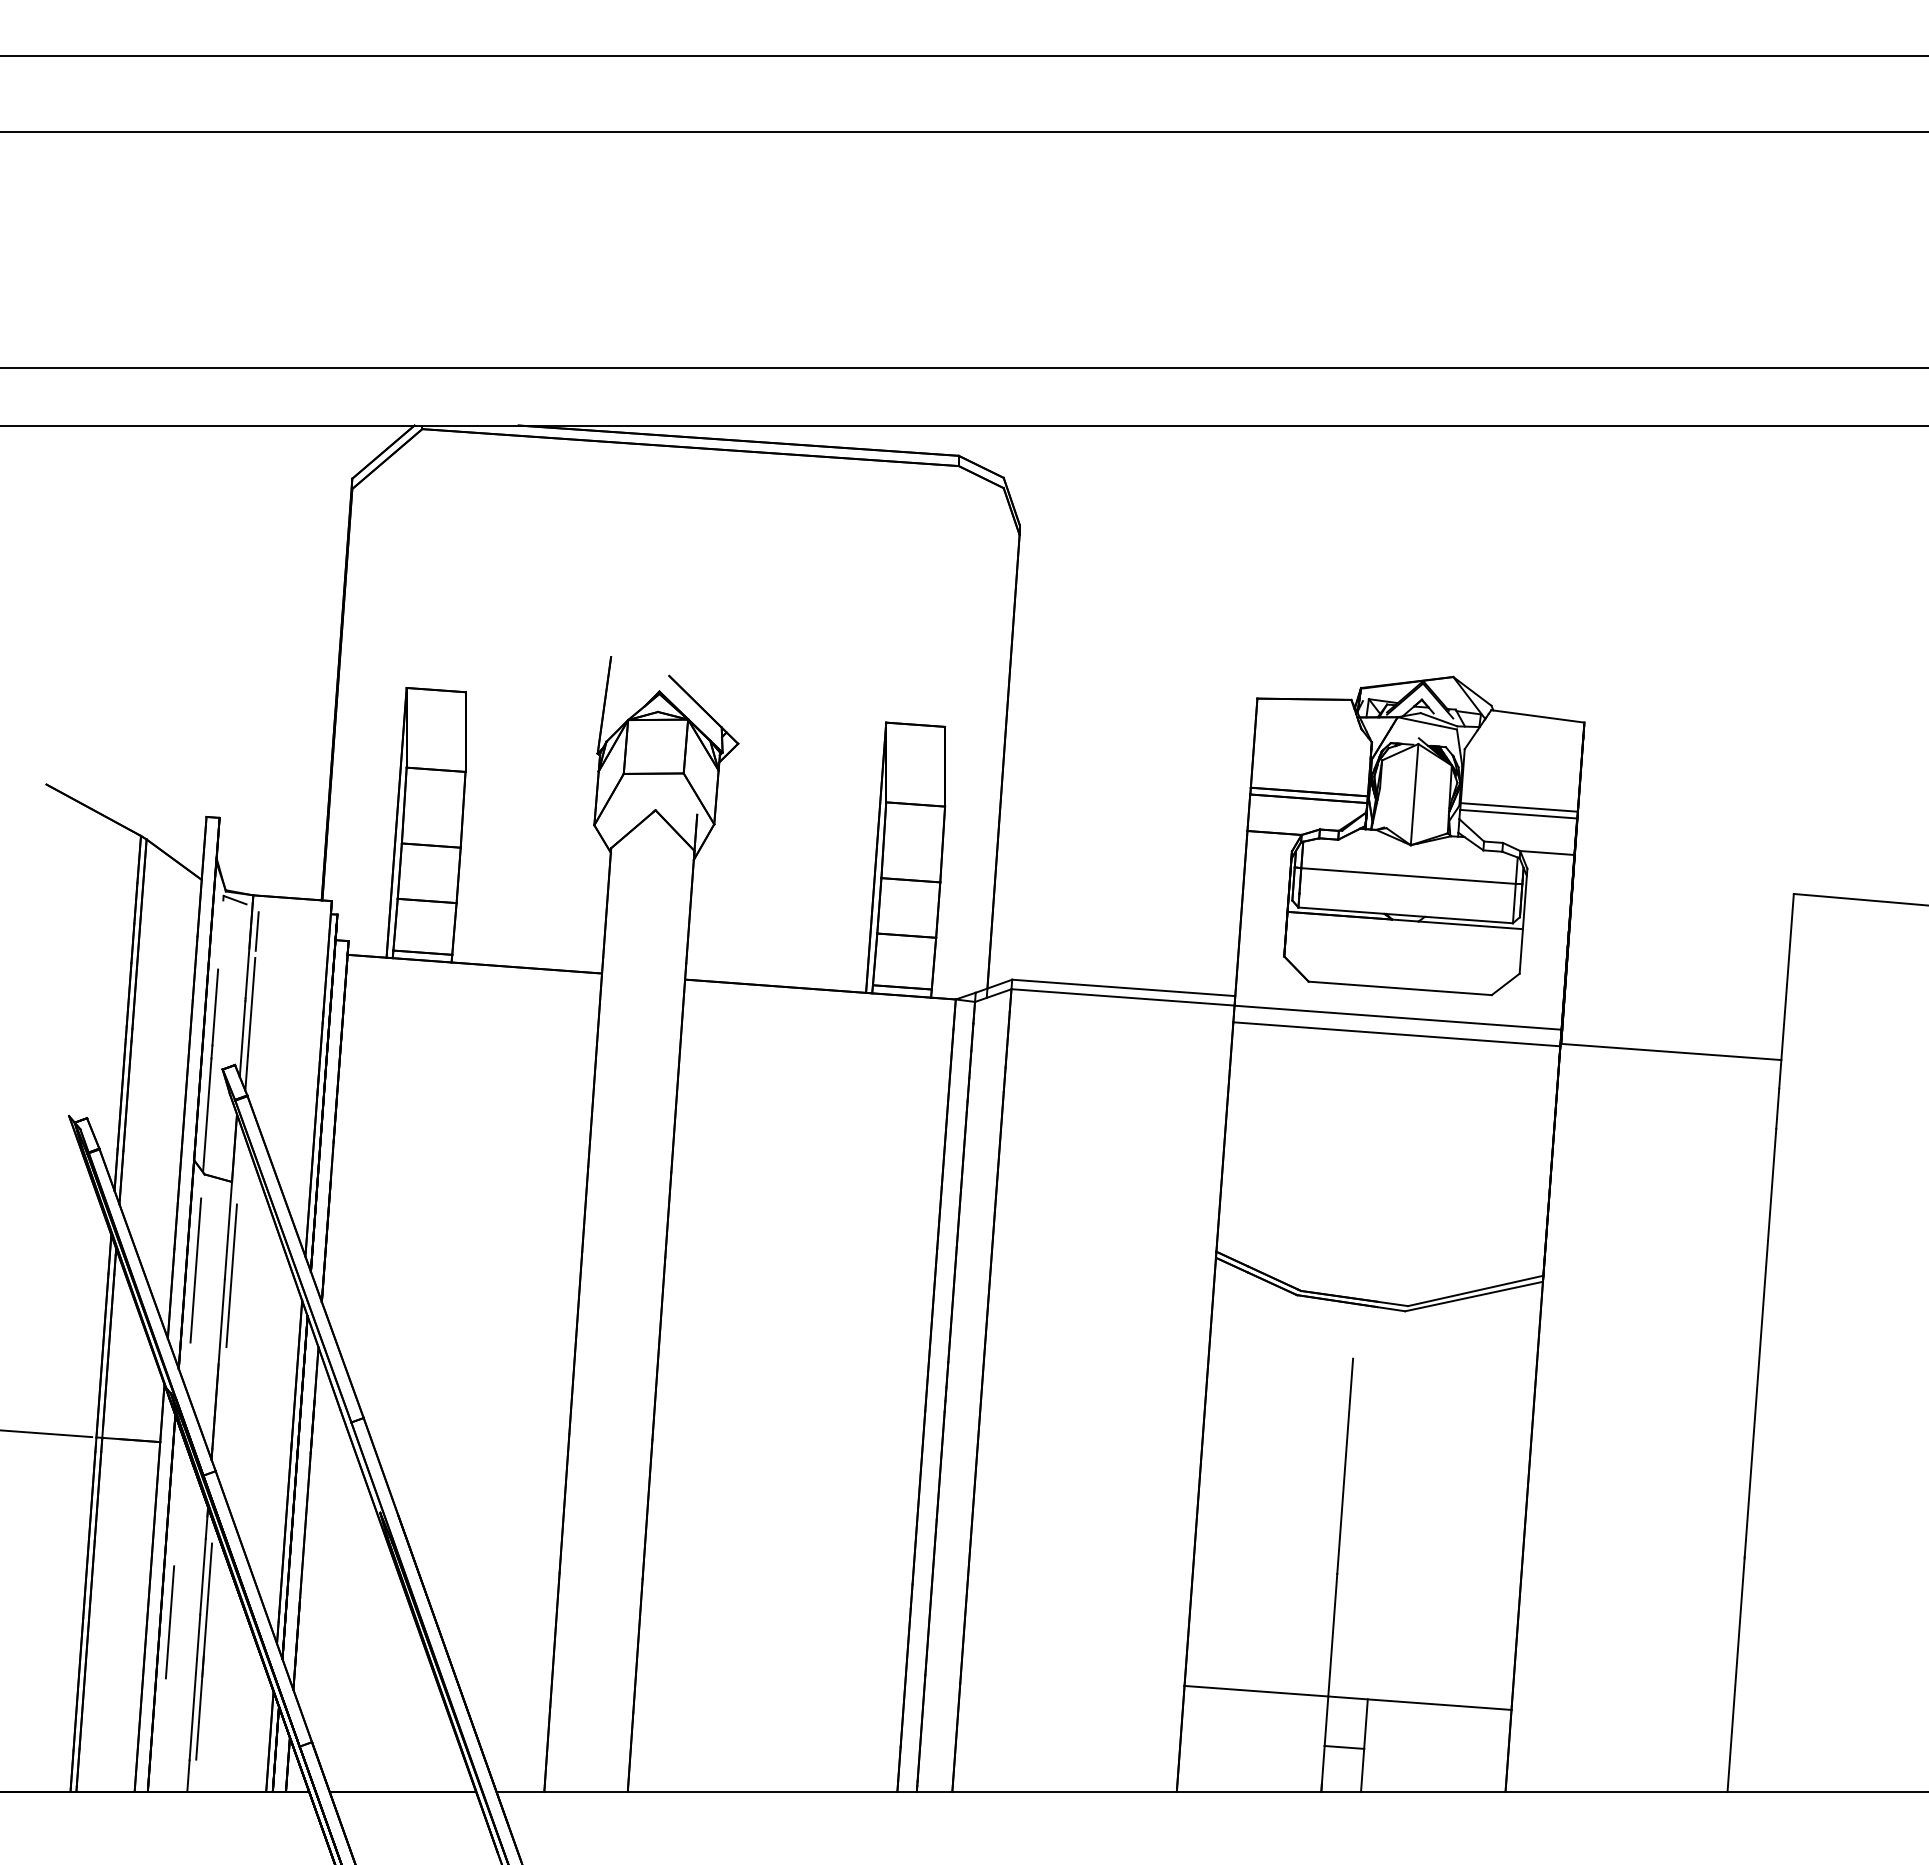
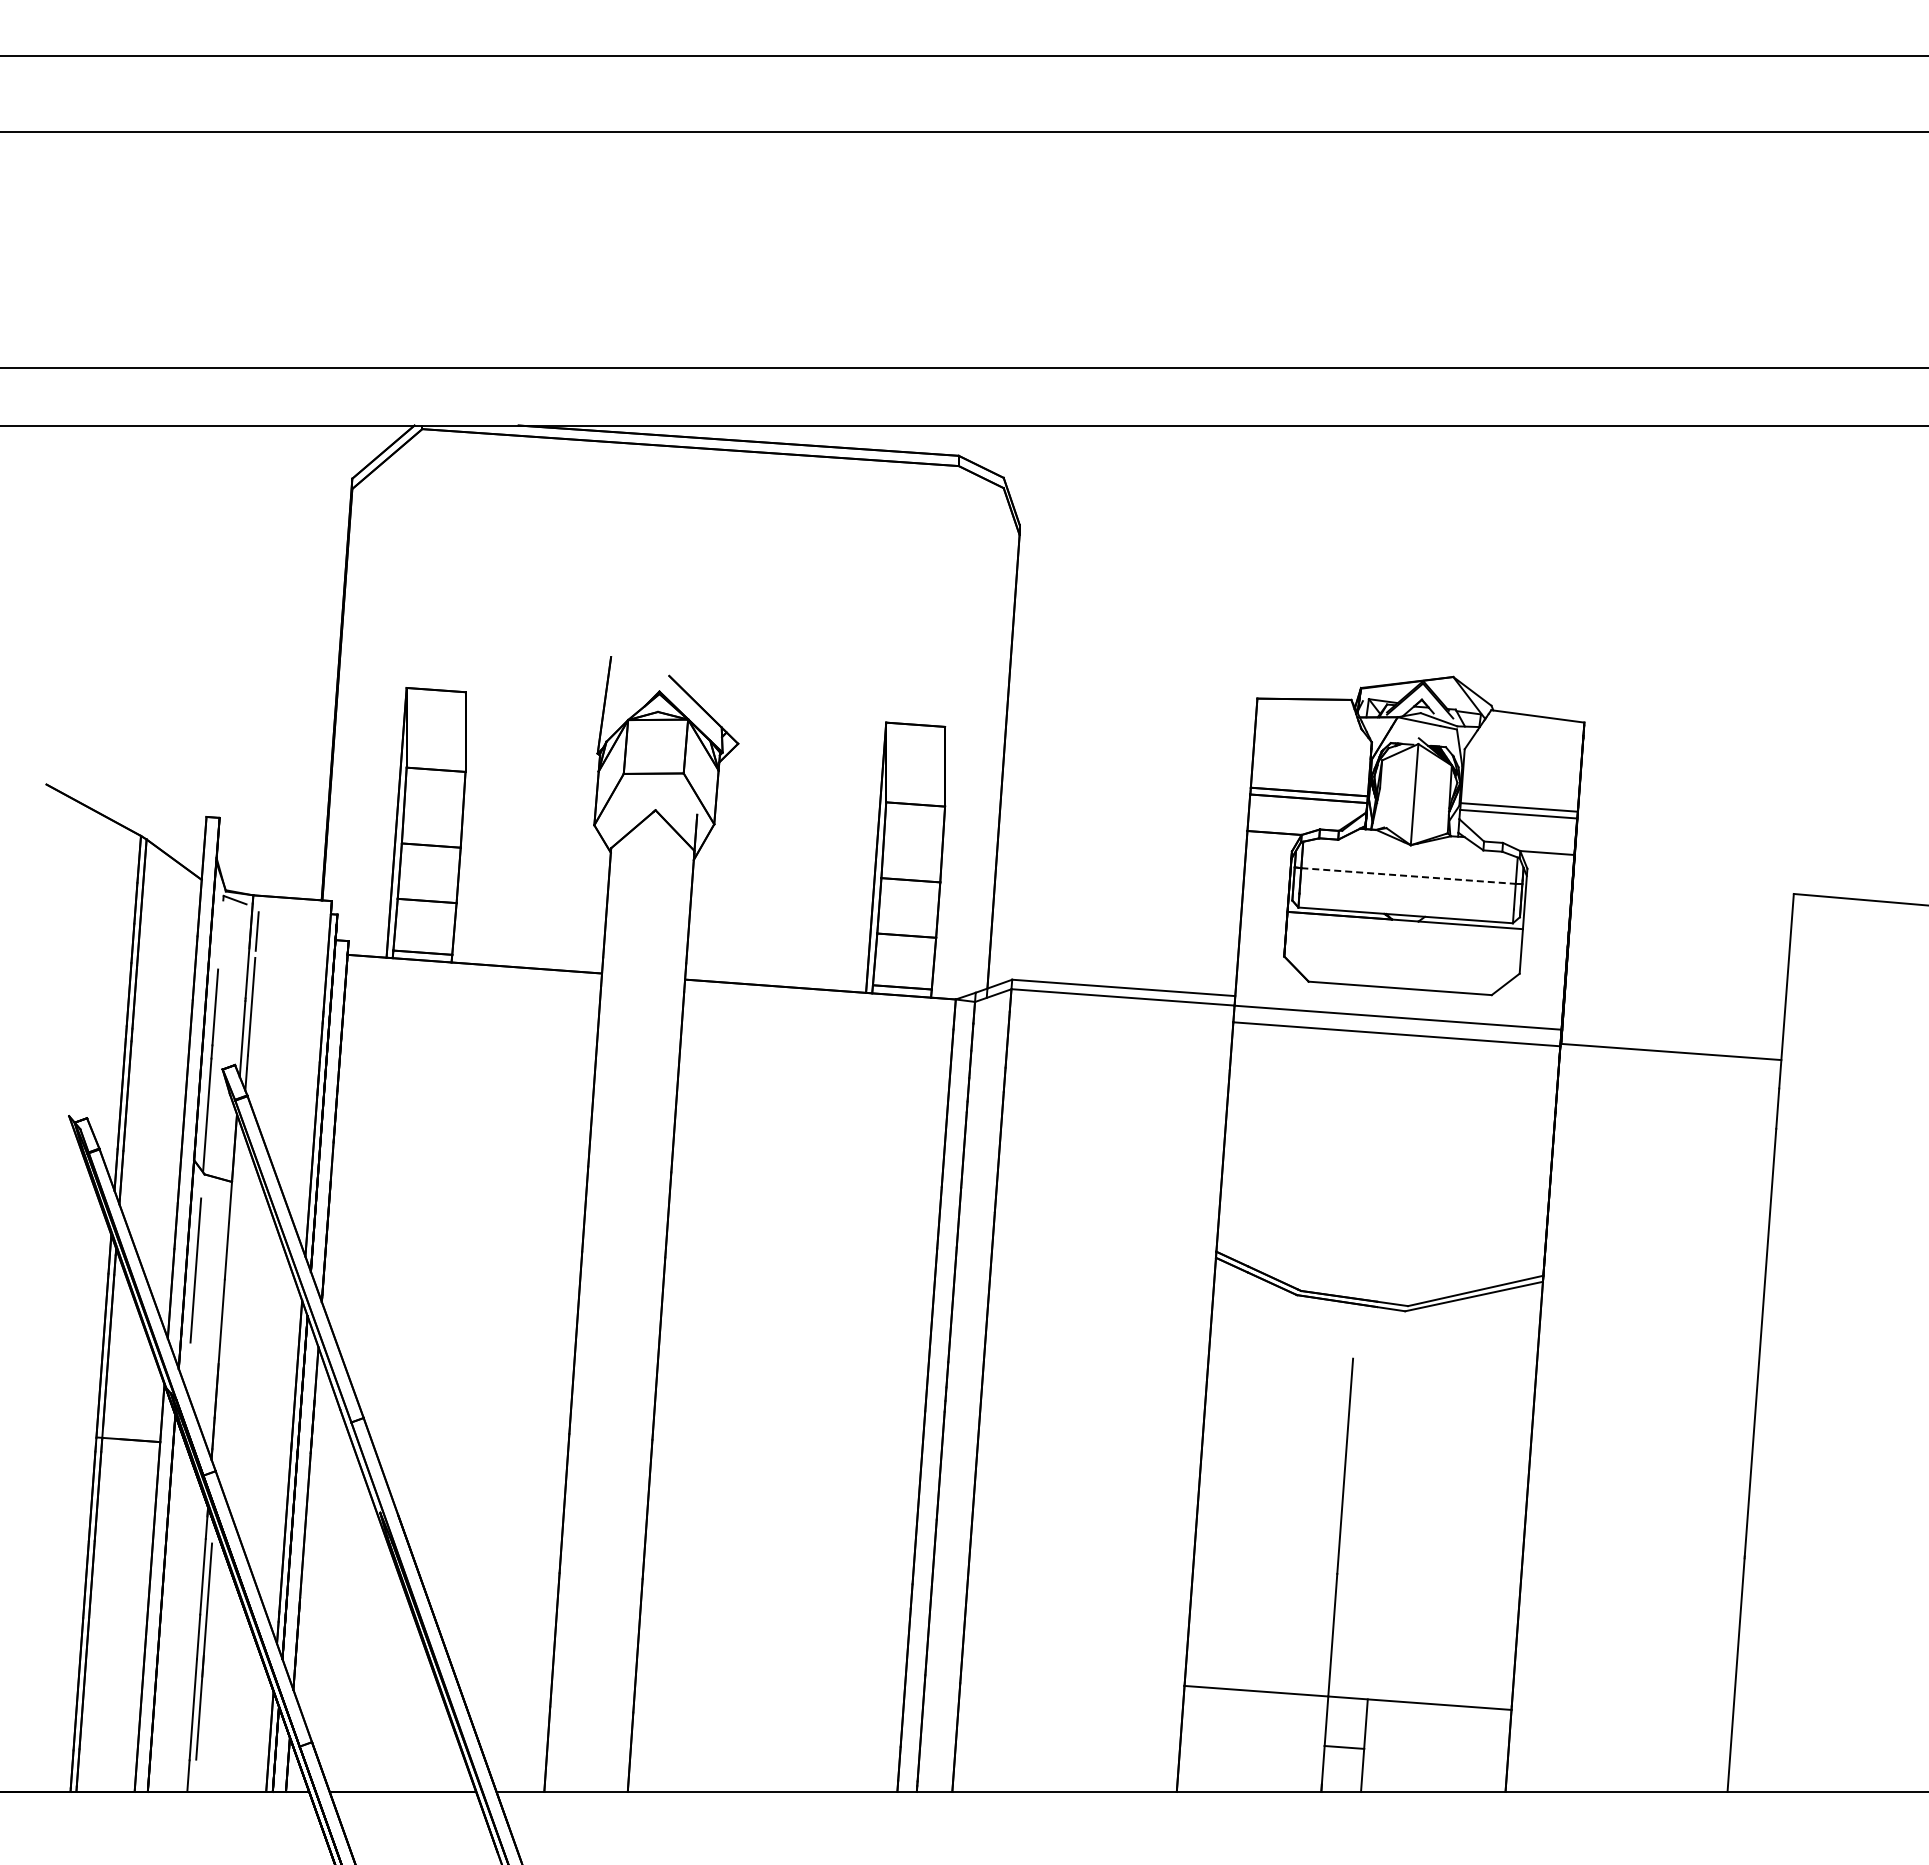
line at (1408, 876): solid -> dashed
line at (231, 1275): present -> none
line at (47, 1433): present -> none
line at (169, 1622): present -> none
